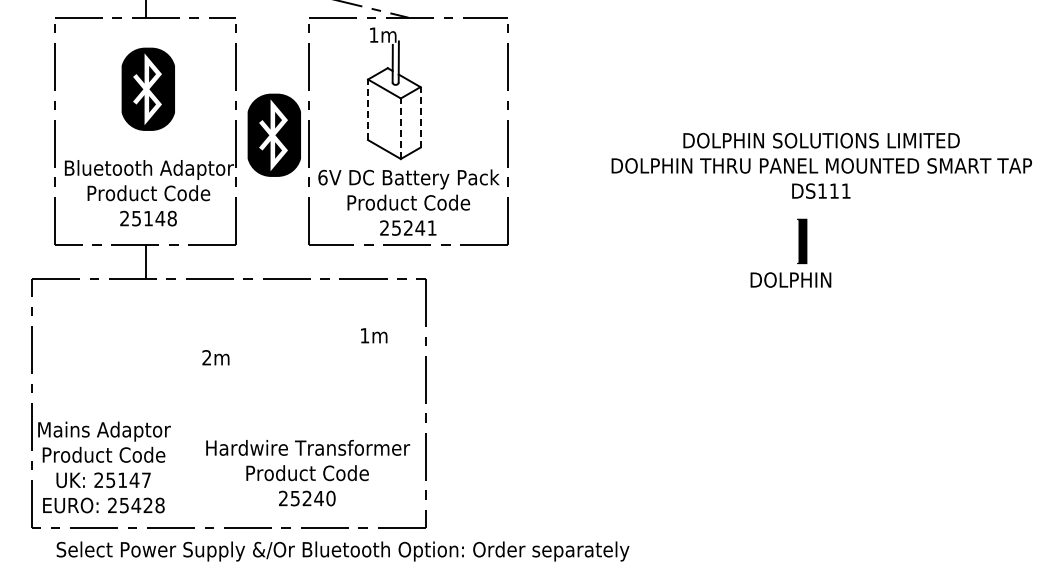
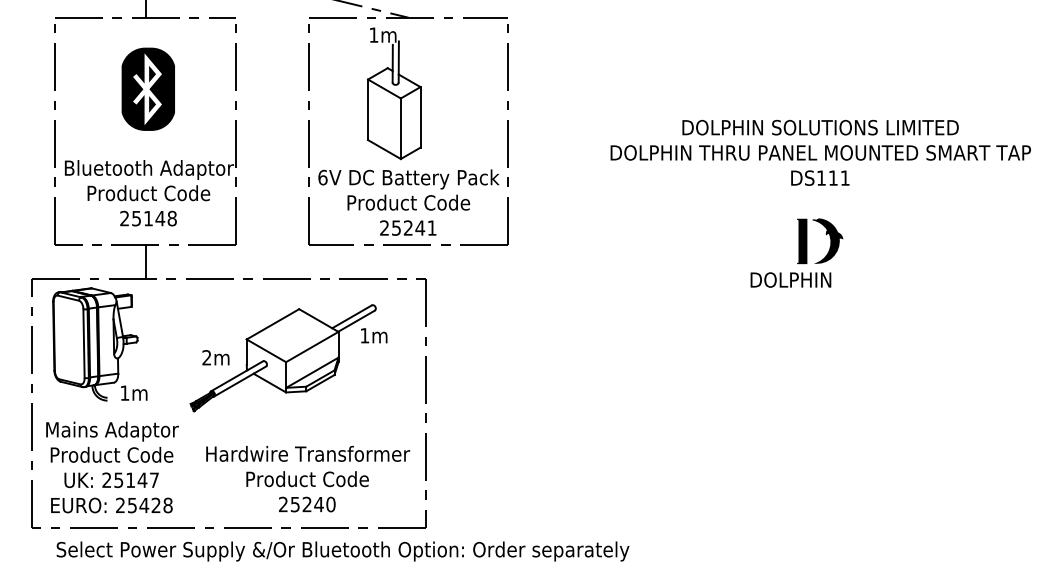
line at (368, 109): dashed -> solid
line at (420, 116): dashed -> solid
line at (400, 128): dashed -> solid
part at (273, 134): present -> none
text at (821, 165) position: (821, 165) -> (820, 152)
fill at (827, 240): none -> present
part at (99, 344): none -> present
part at (282, 358): none -> present
text at (104, 467) position: (104, 467) -> (112, 467)
text at (308, 473) position: (308, 473) -> (308, 479)
